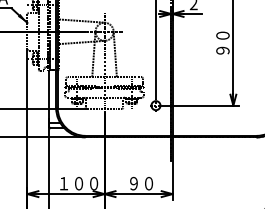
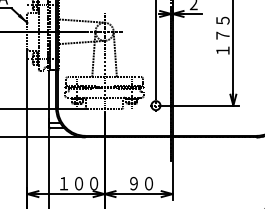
text at (222, 35): ９０ -> １７５
